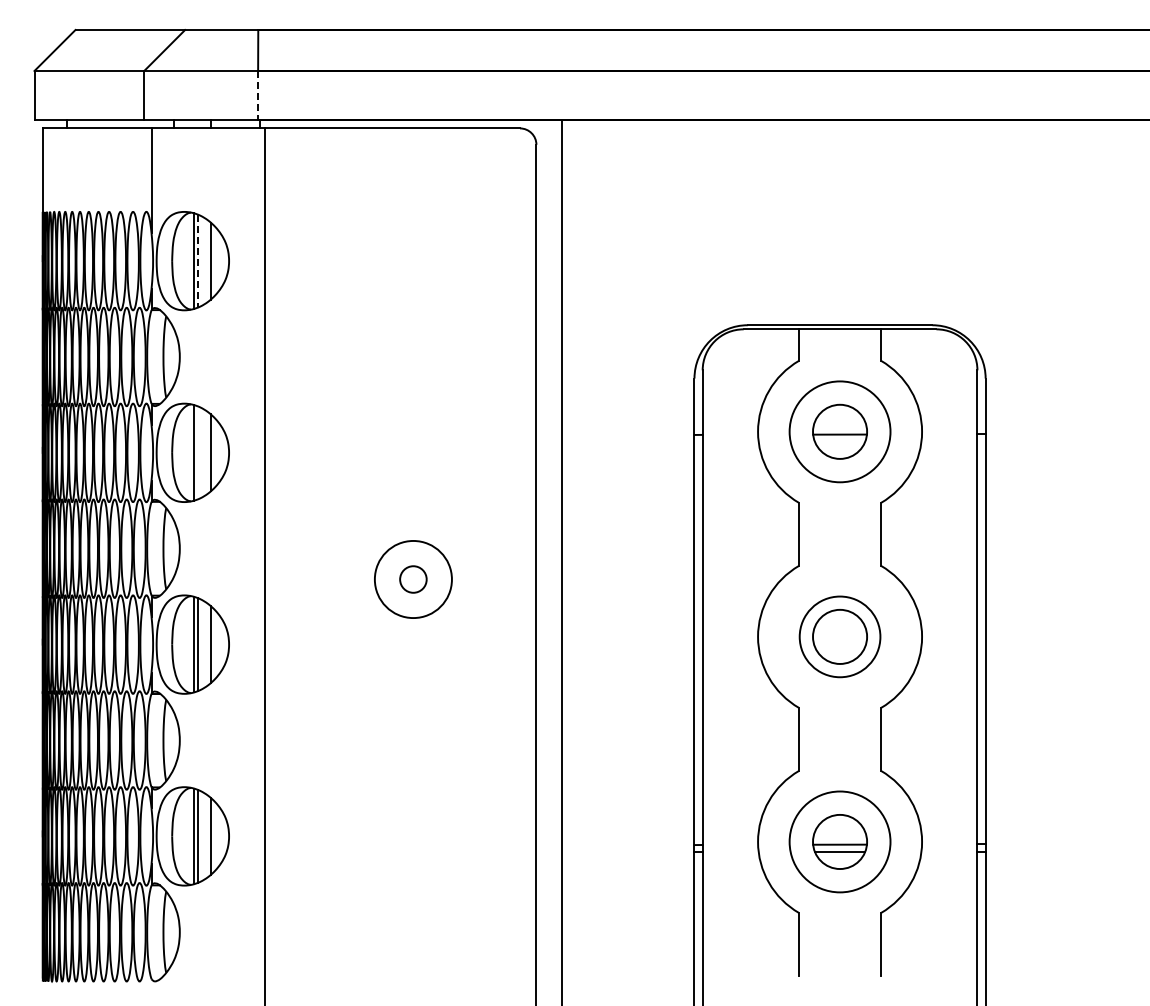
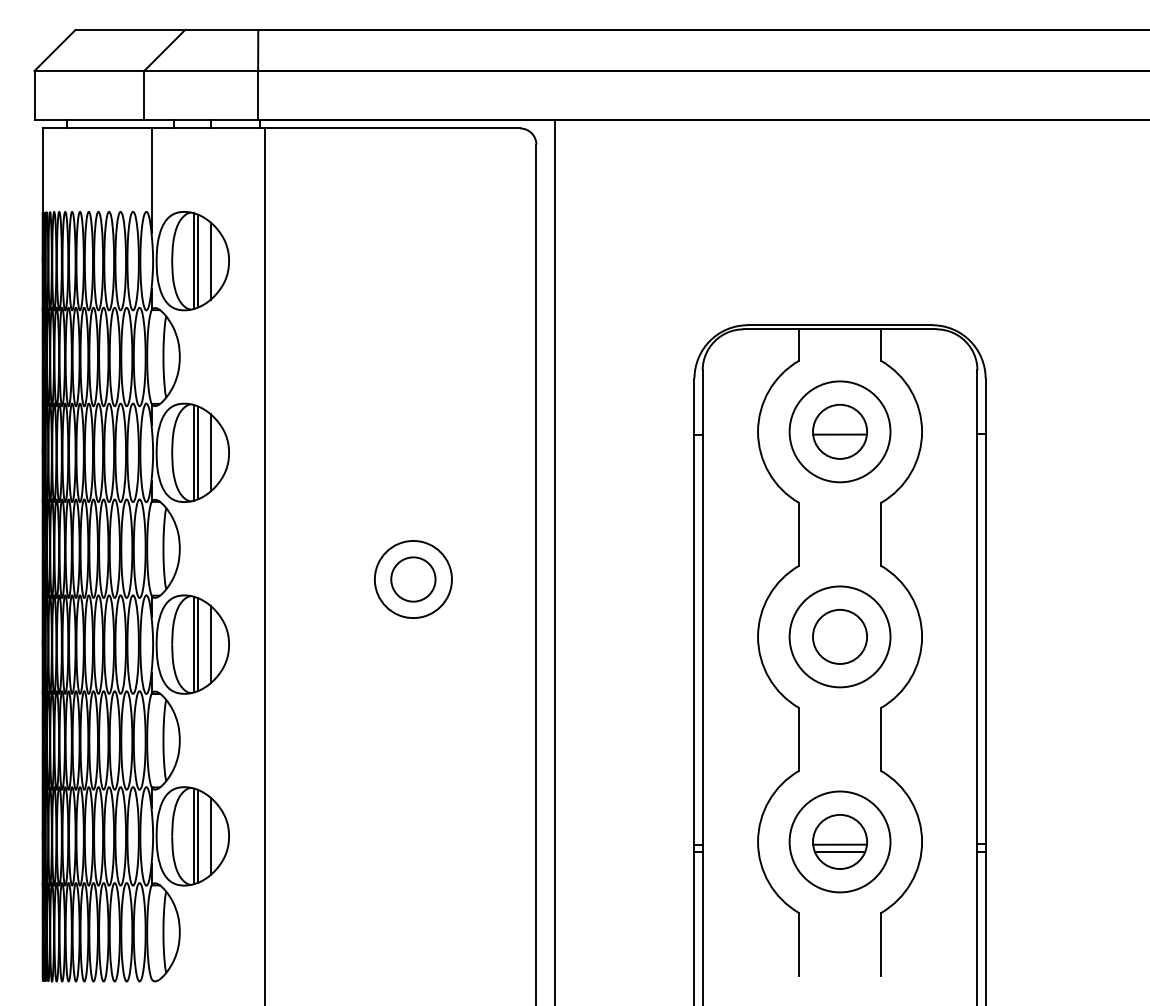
line at (258, 95): dashed -> solid
line at (198, 261): dashed -> solid
line at (198, 452): none -> present
line at (562, 561) position: (562, 561) -> (555, 561)
circle at (413, 579) diameter: 27 px -> 44 px
circle at (839, 636) diameter: 81 px -> 101 px
